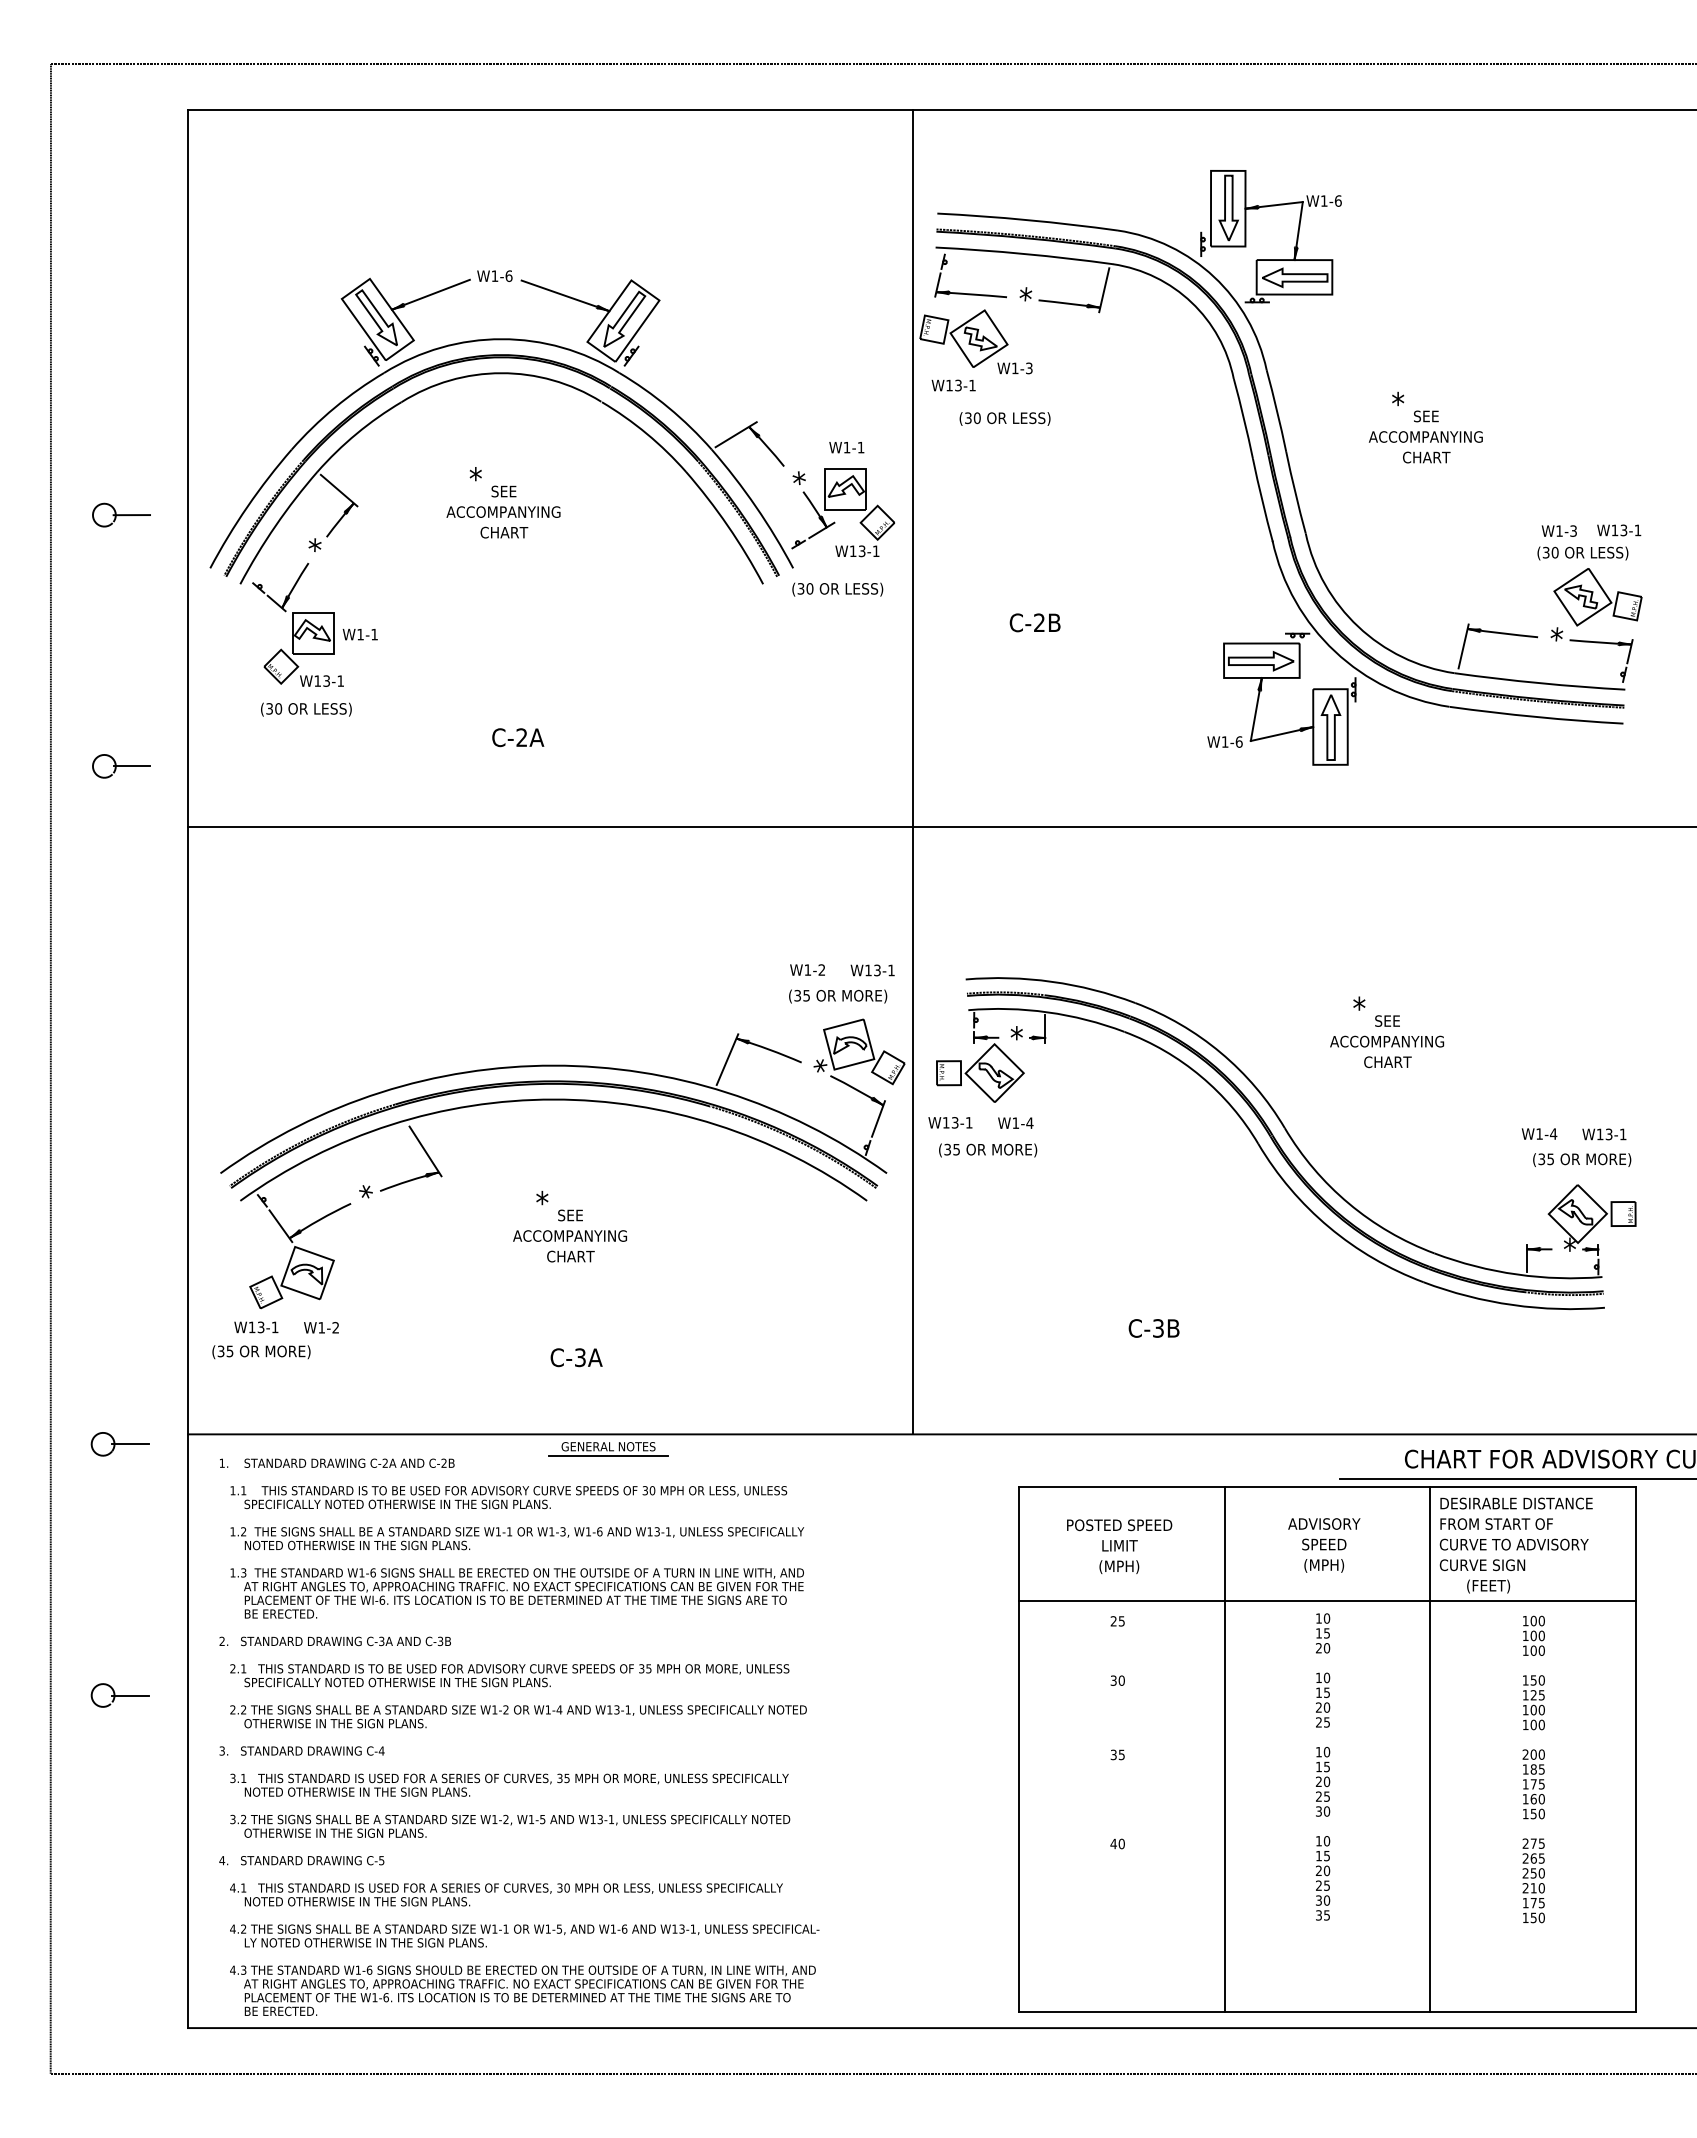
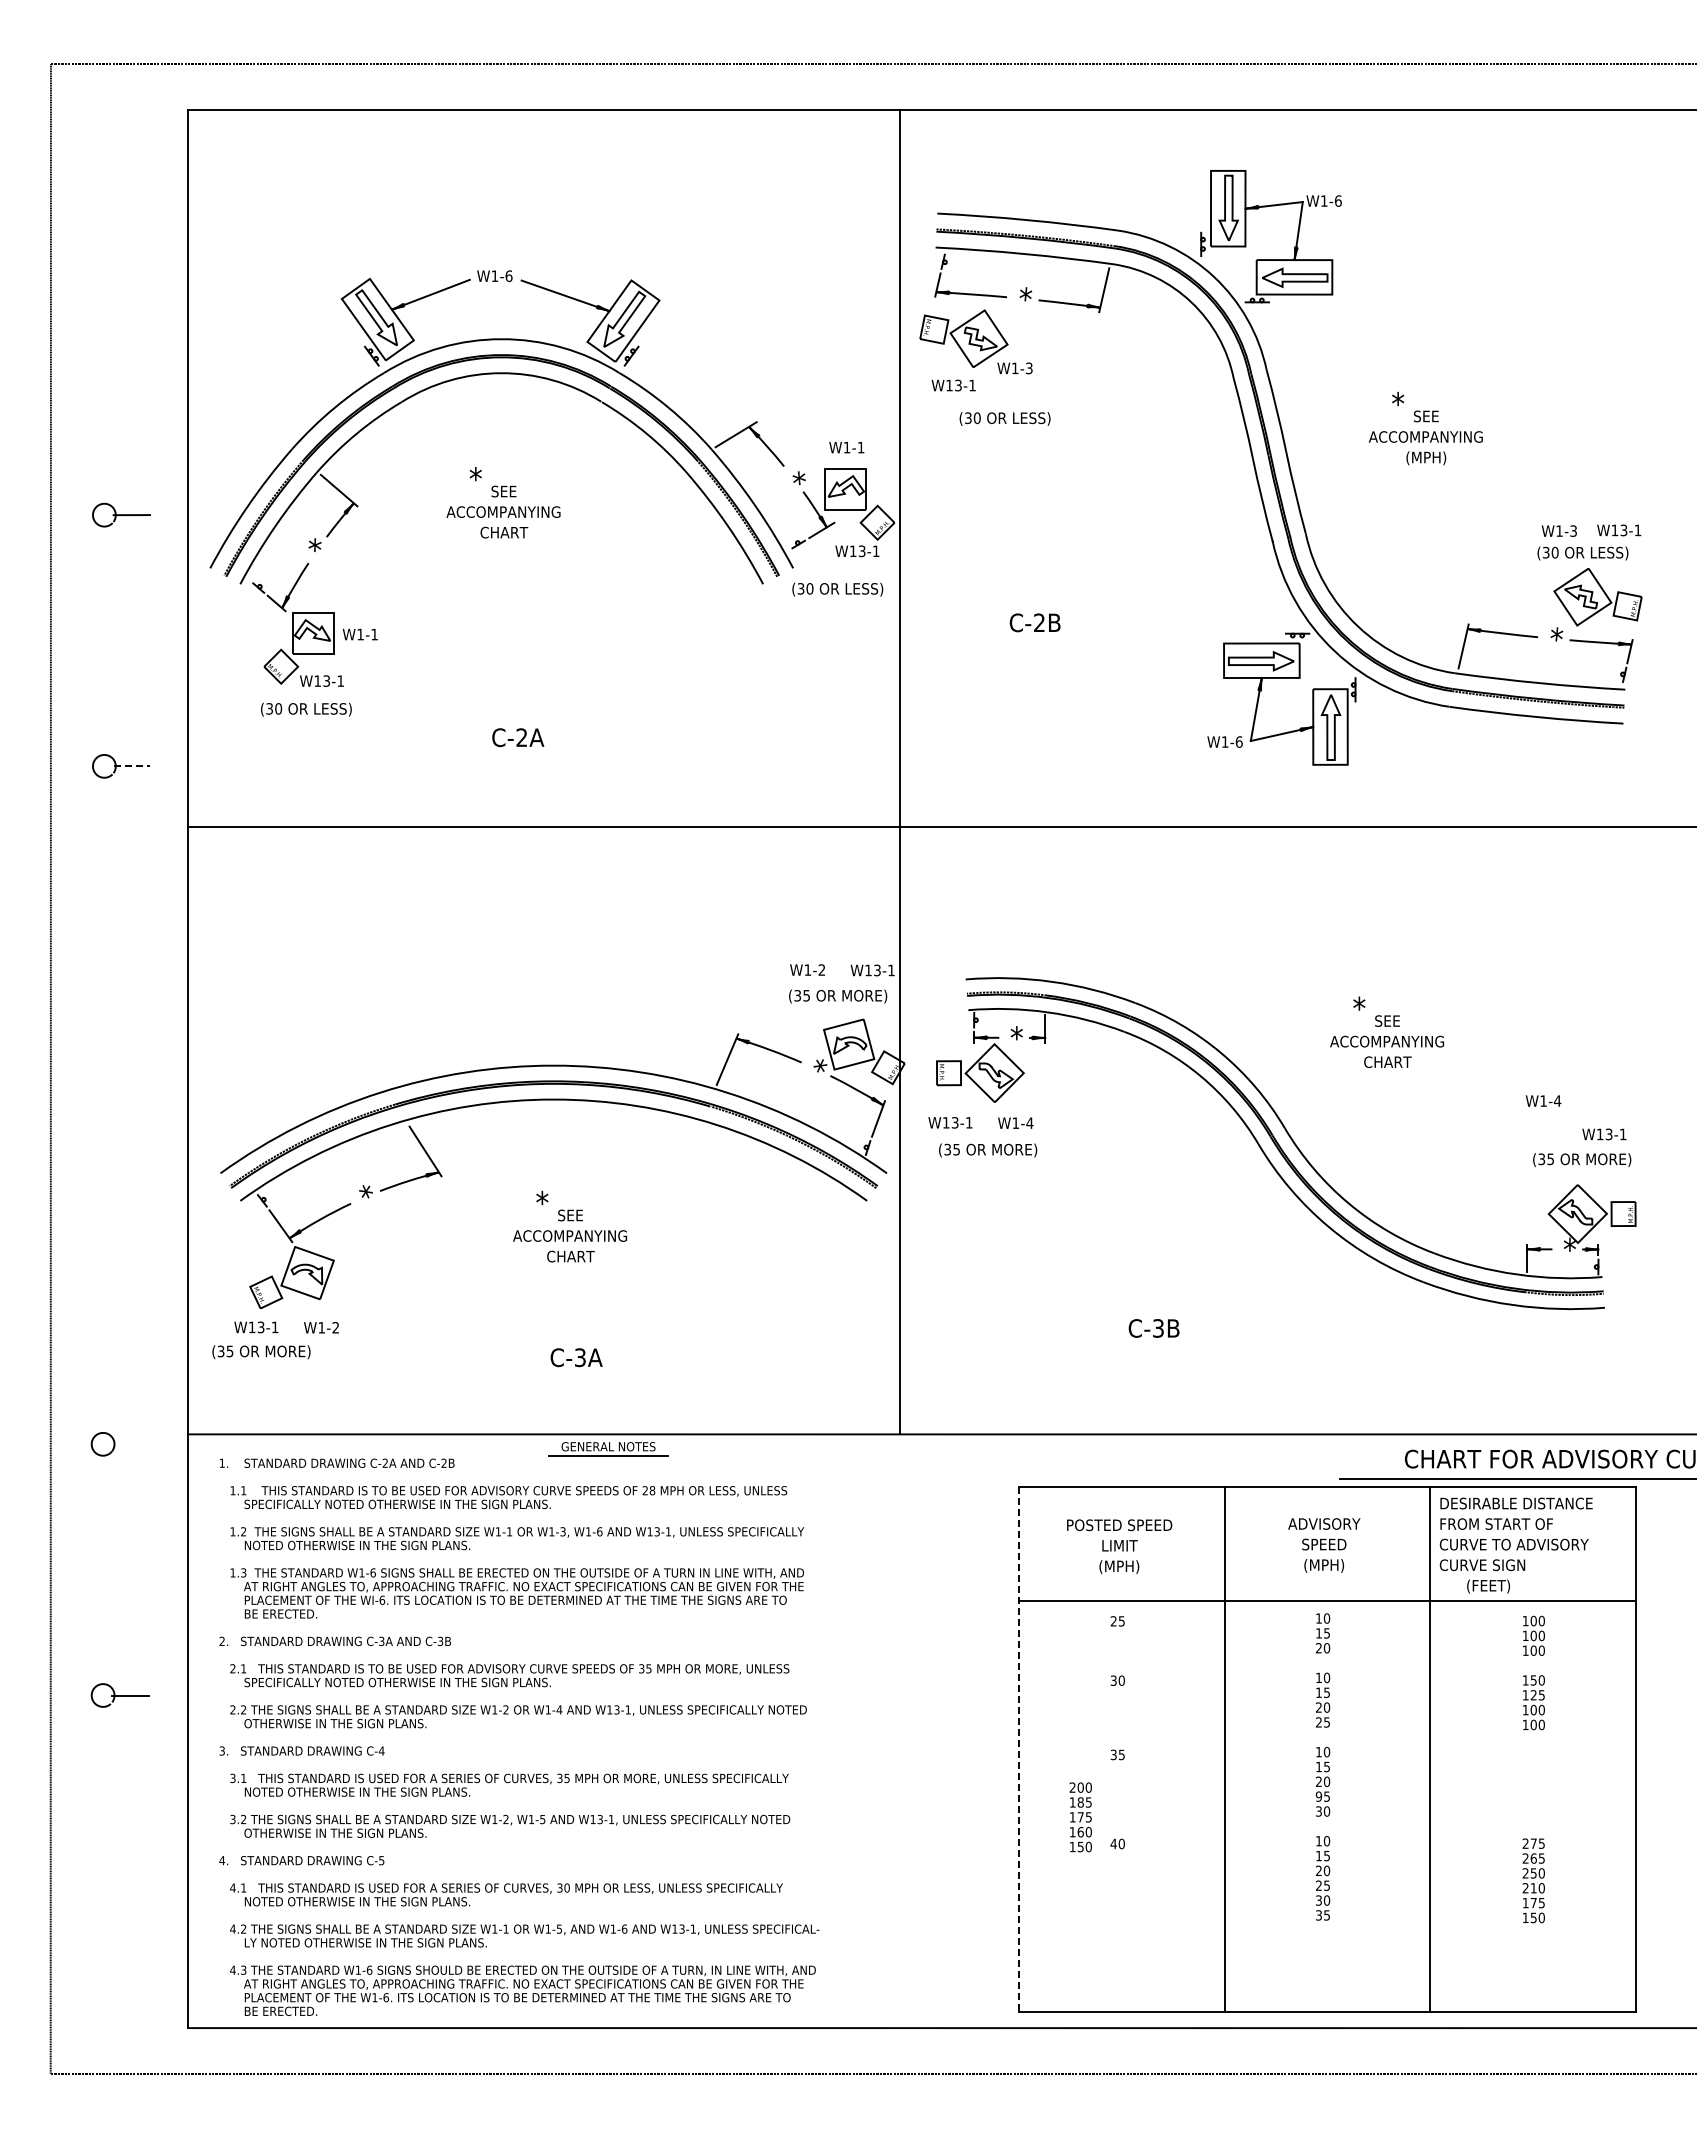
text at (1426, 458): CHART -> (MPH)
line at (132, 766): solid -> dashed
line at (913, 771) position: (913, 771) -> (900, 771)
text at (1539, 1133) position: (1539, 1133) -> (1543, 1100)
line at (130, 1444): present -> none
text at (648, 1490): 30 -> 28
line at (1019, 1749): solid -> dashed
text at (1533, 1784) position: (1533, 1784) -> (1080, 1817)
text at (1318, 1796): 25 -> 95
